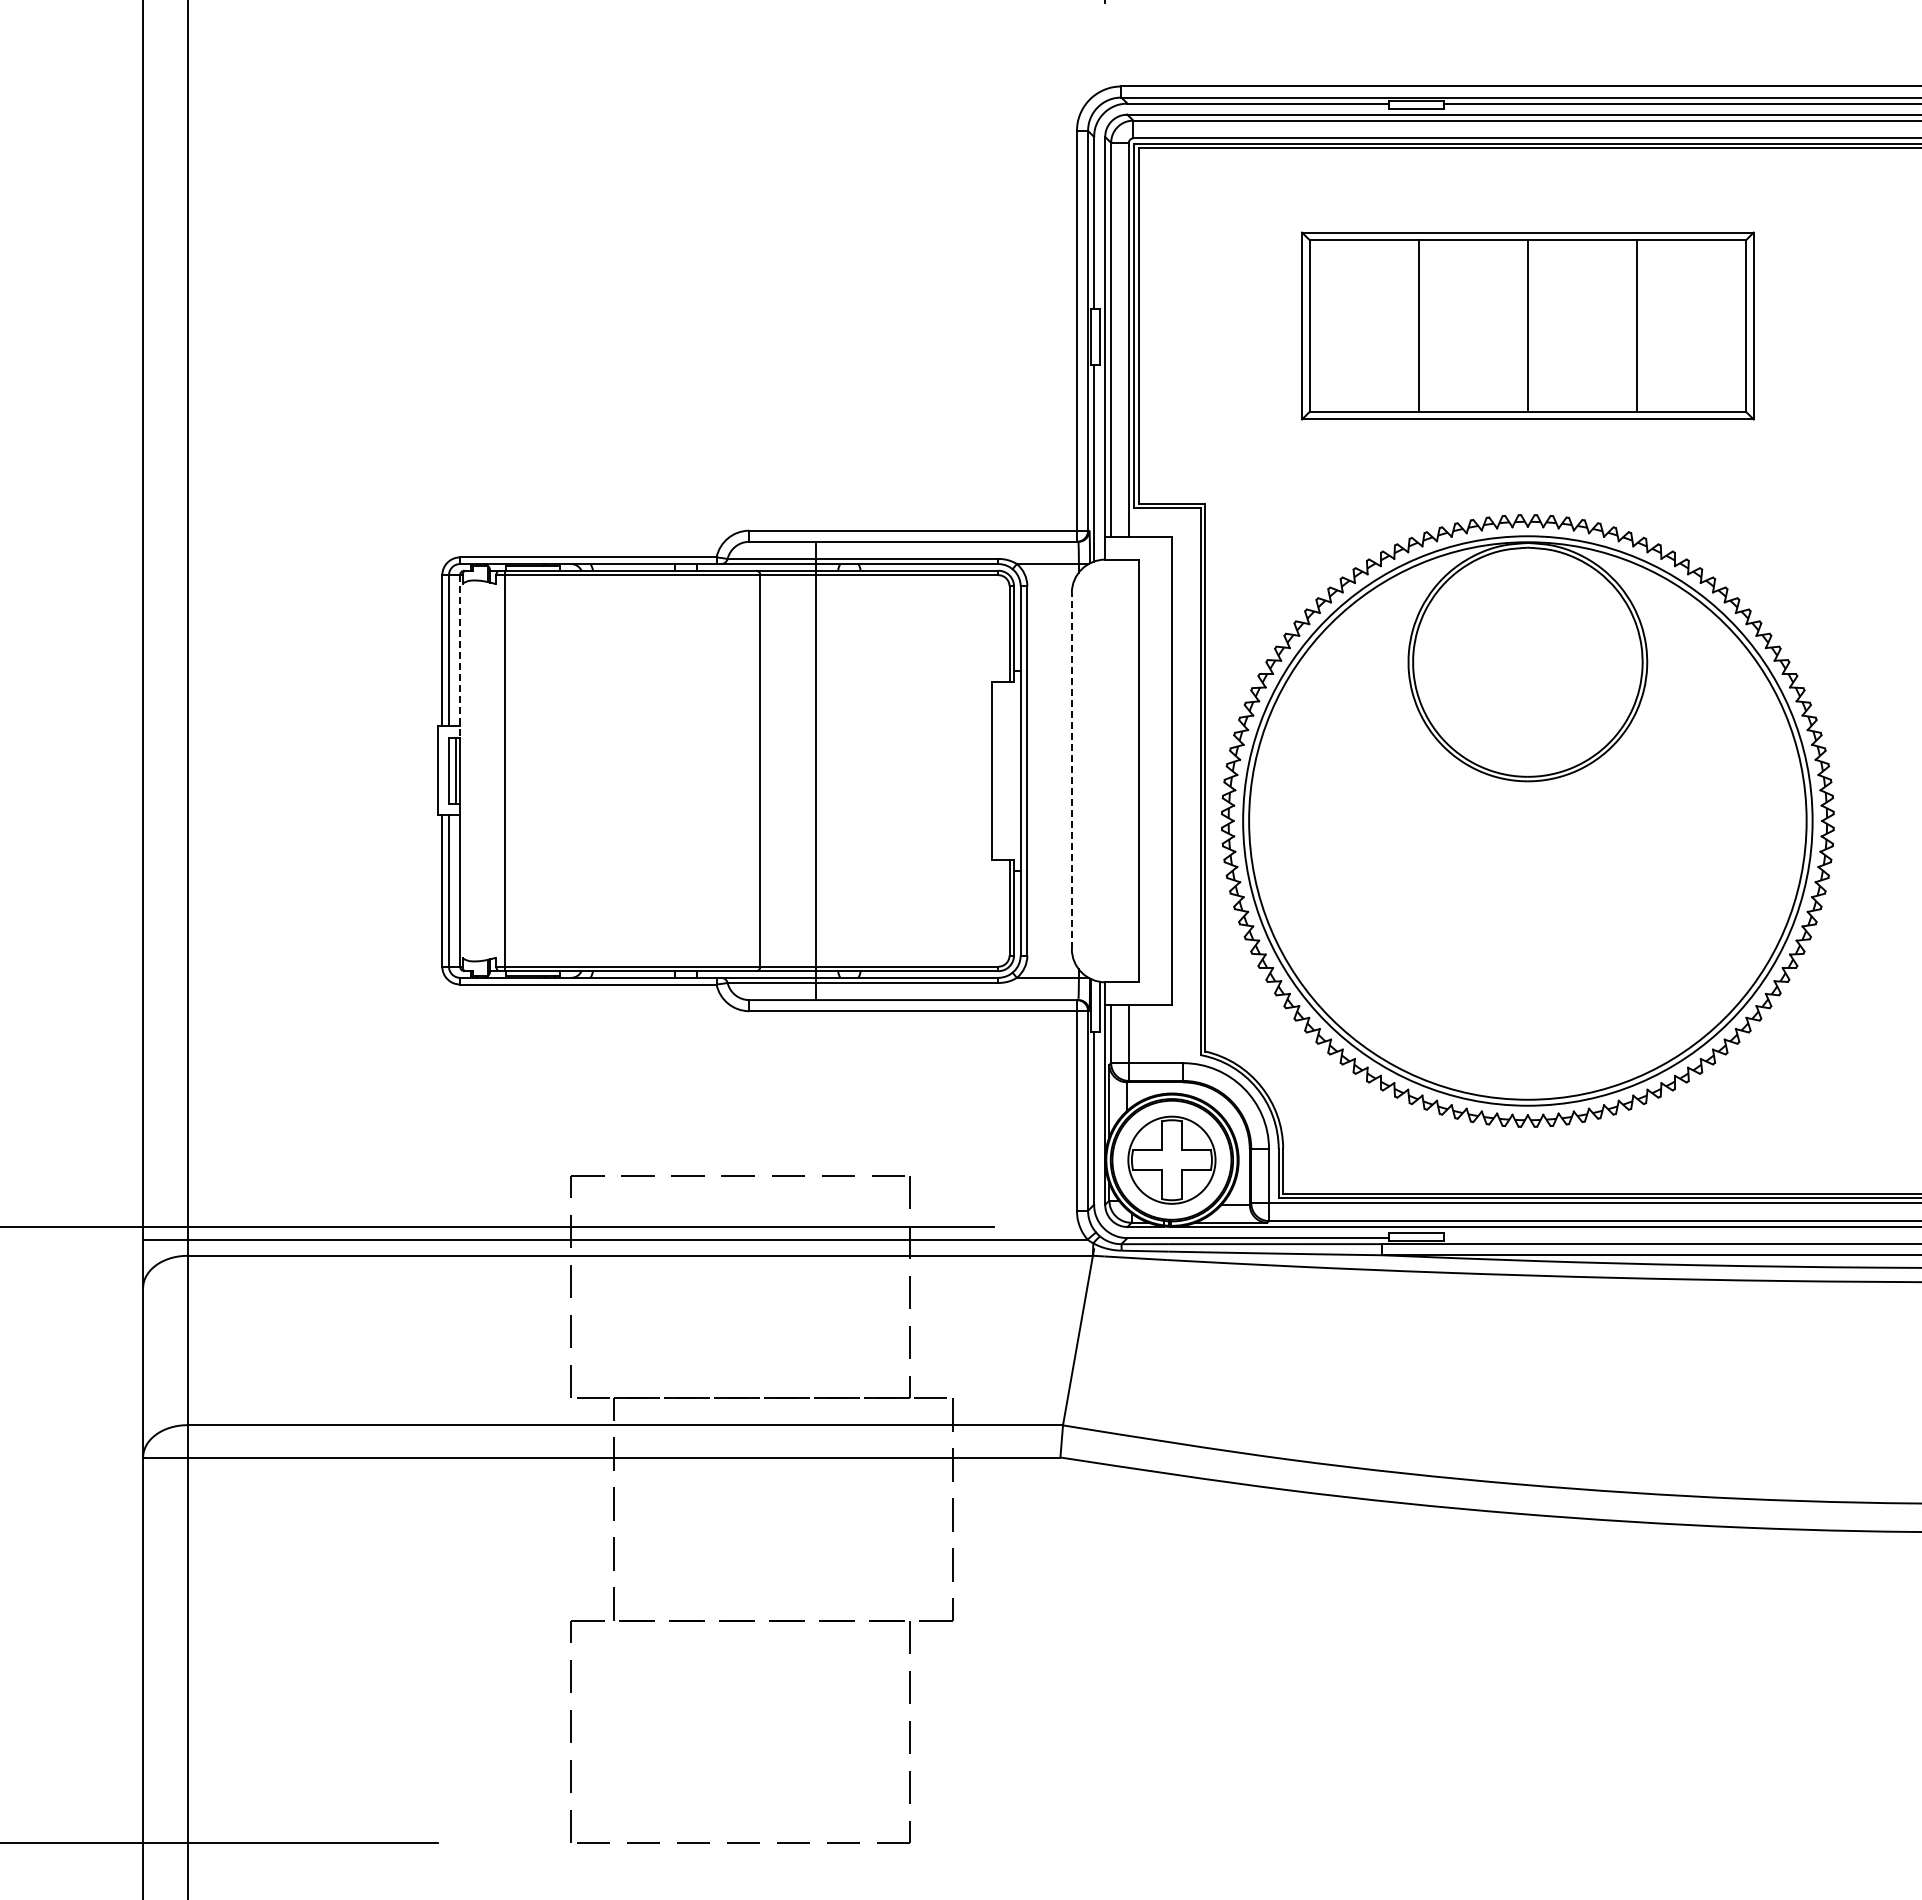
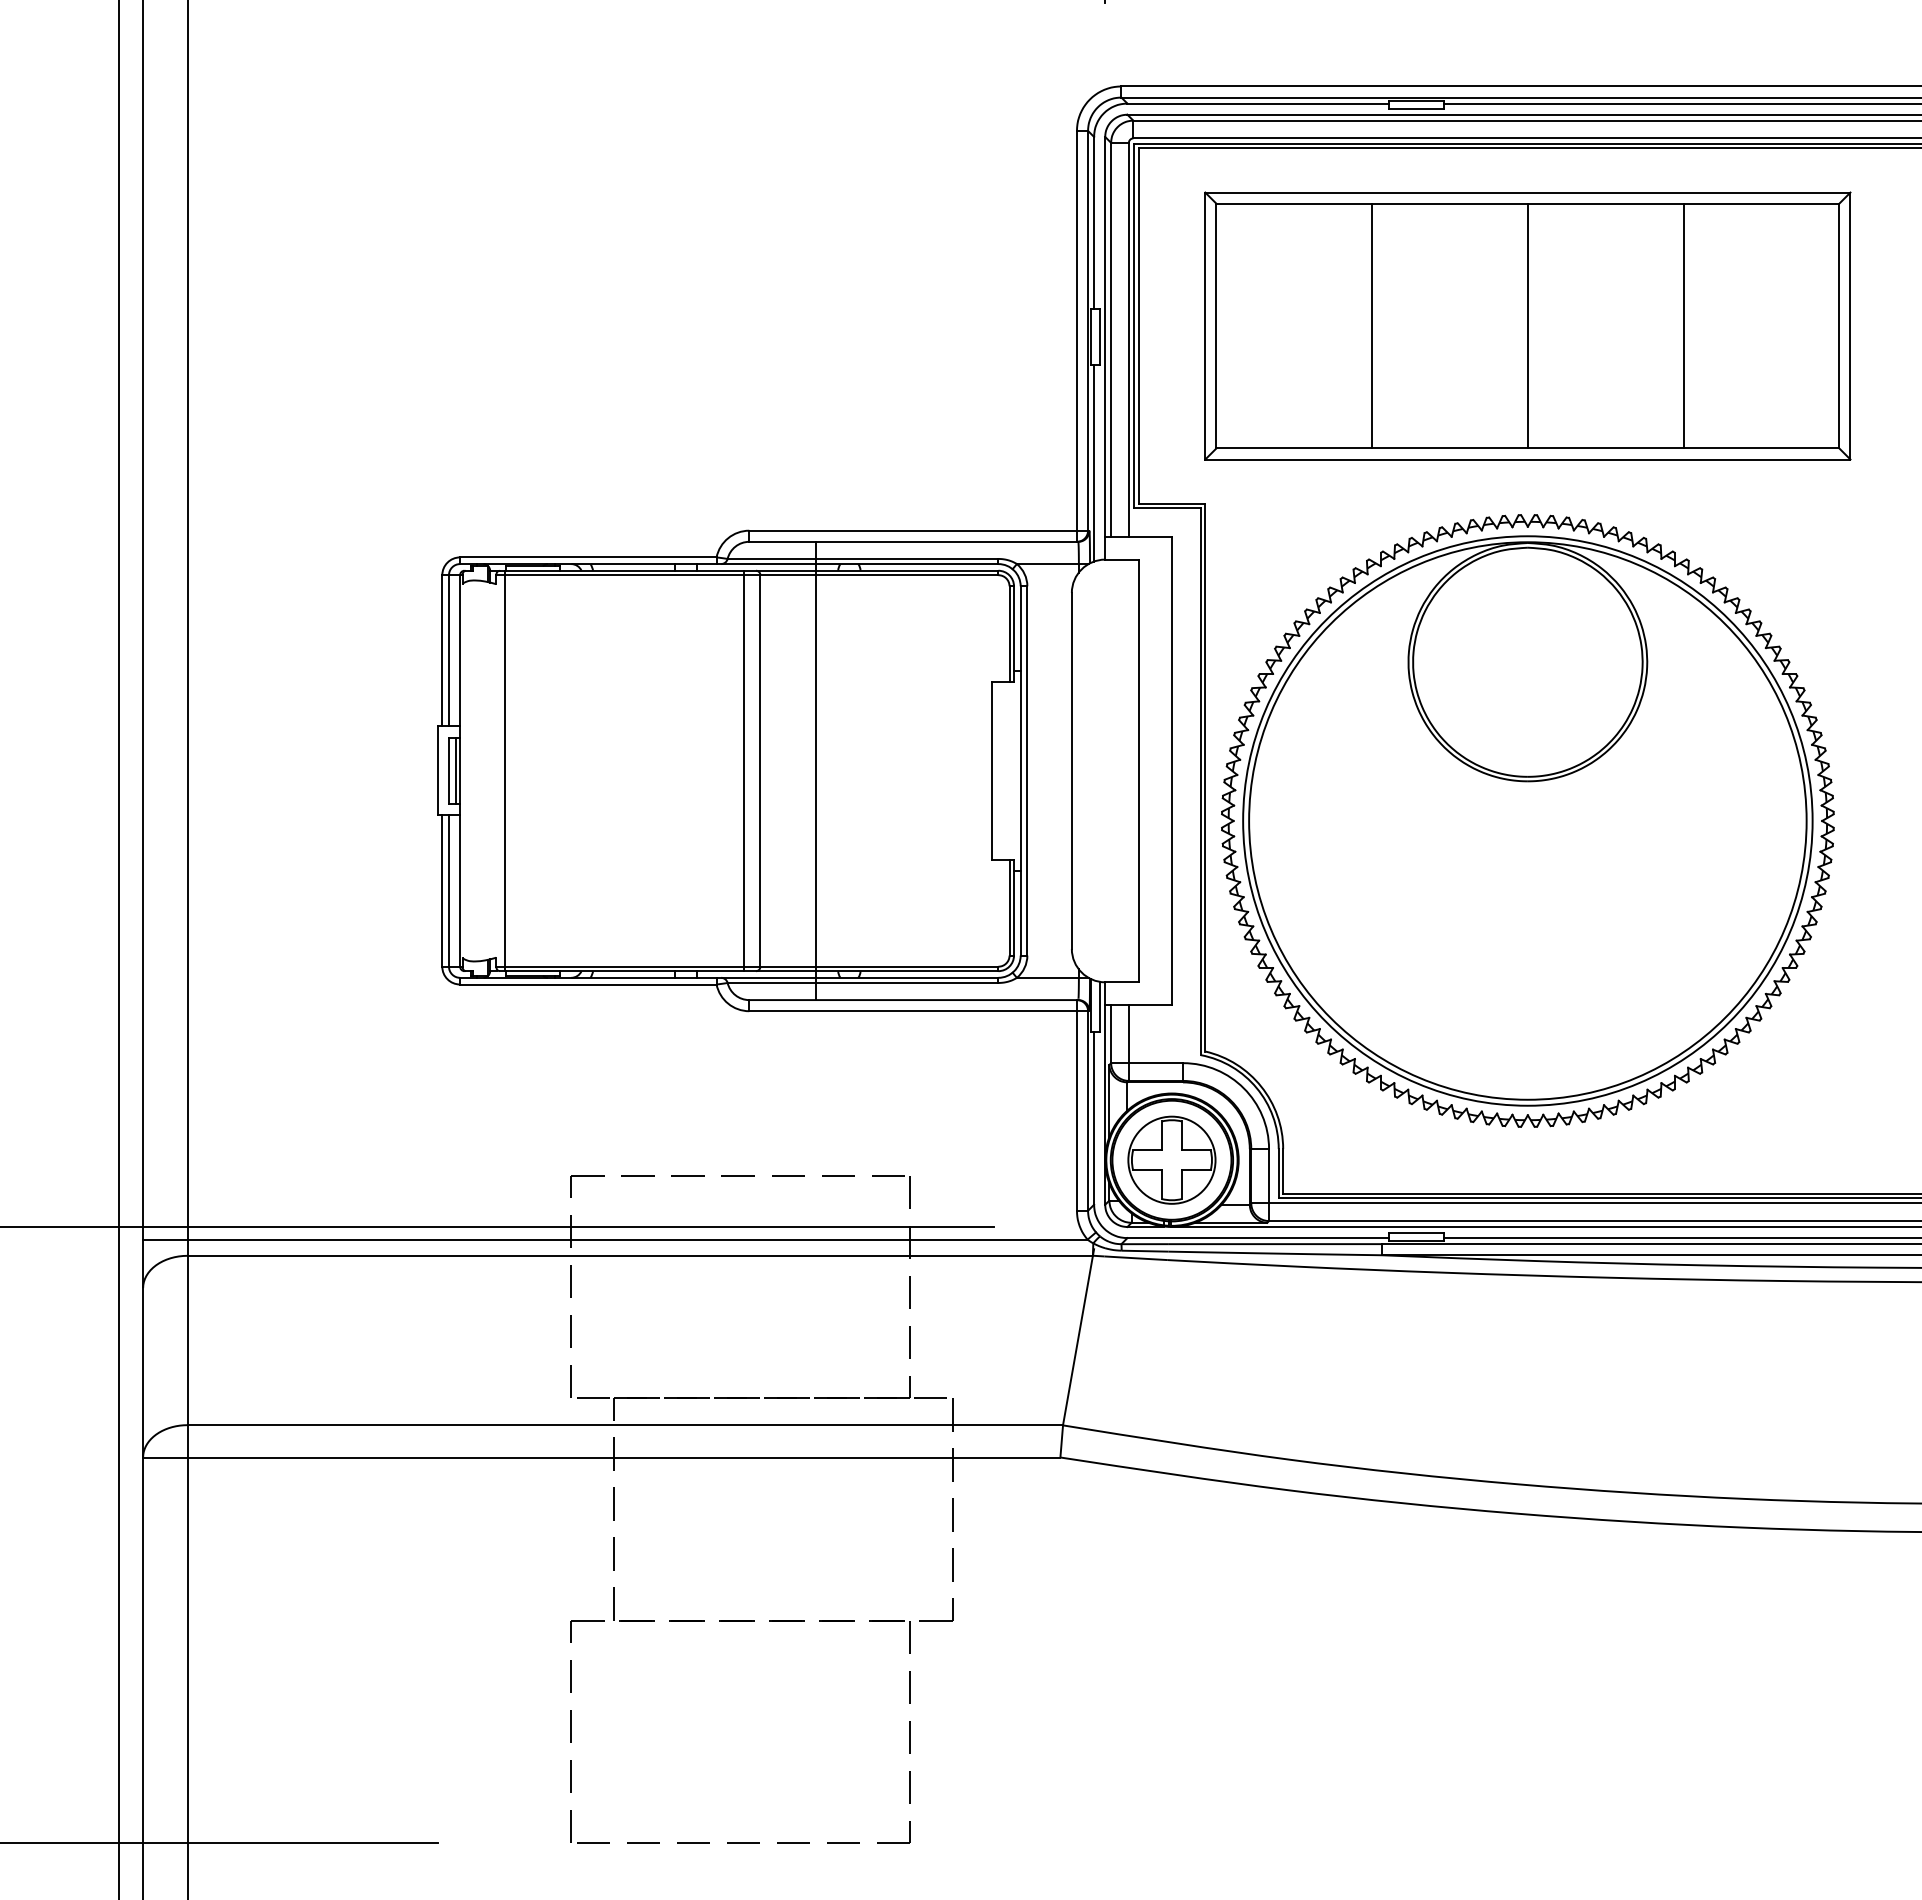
part at (1527, 325) size: 454x190 px -> 648x270 px
line at (460, 656): dashed -> solid
line at (743, 770): none -> present
line at (1071, 770): dashed -> solid
line at (118, 949): none -> present
line at (1681, 1238): none -> present
